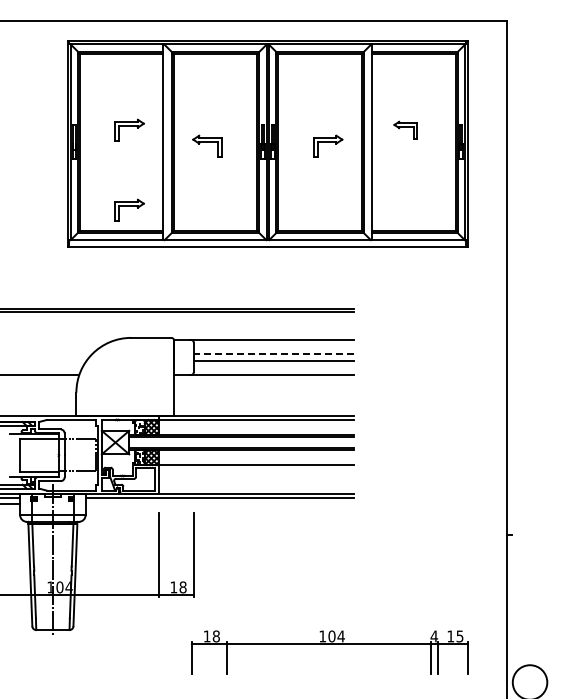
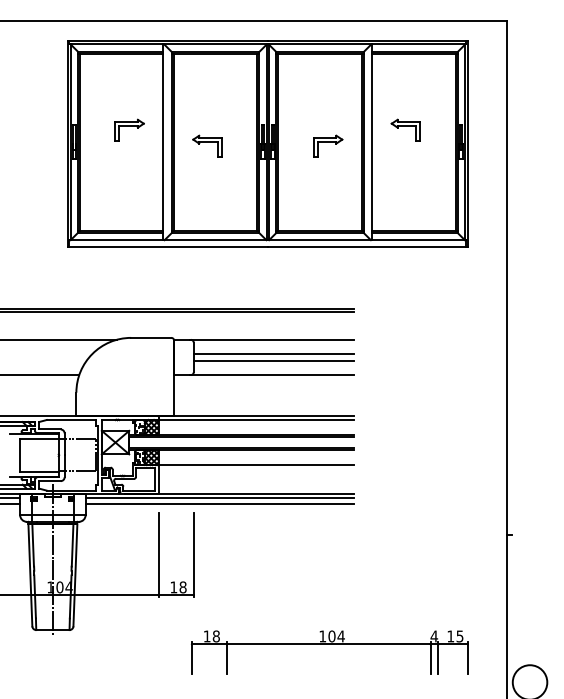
part at (405, 129) size: 25x20 px -> 31x24 px
part at (129, 209): present -> none
line at (59, 339): none -> present
line at (273, 353): dashed -> solid
line at (219, 504): none -> present
